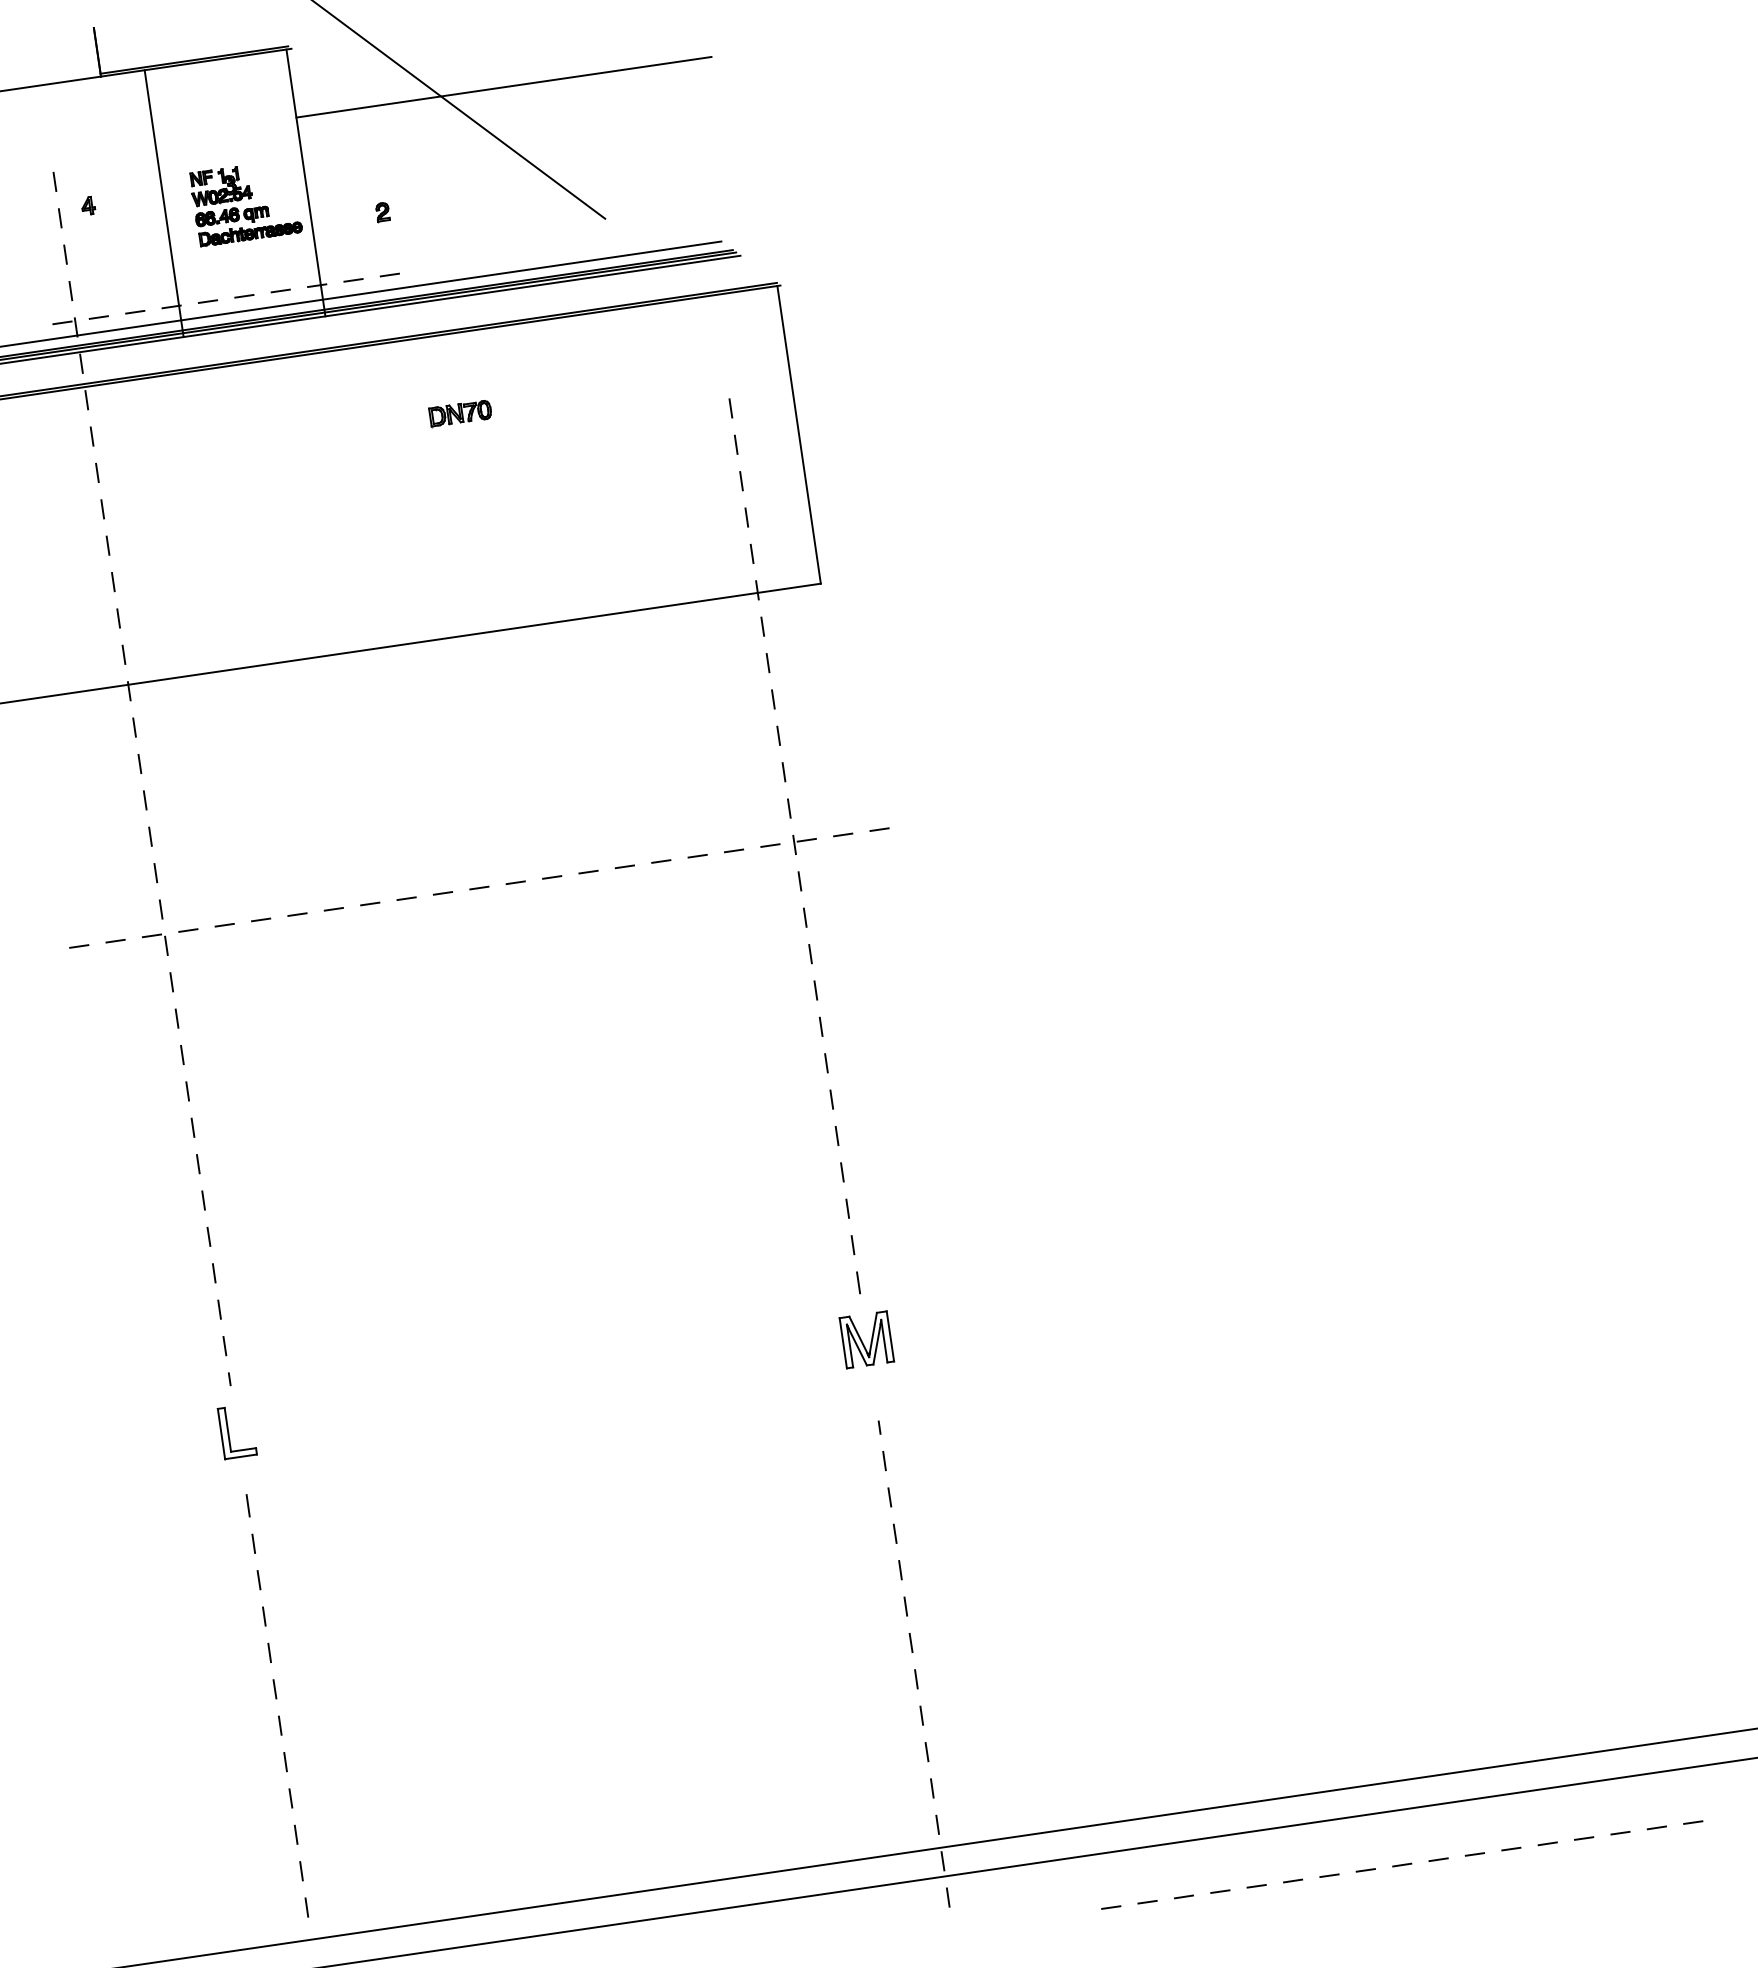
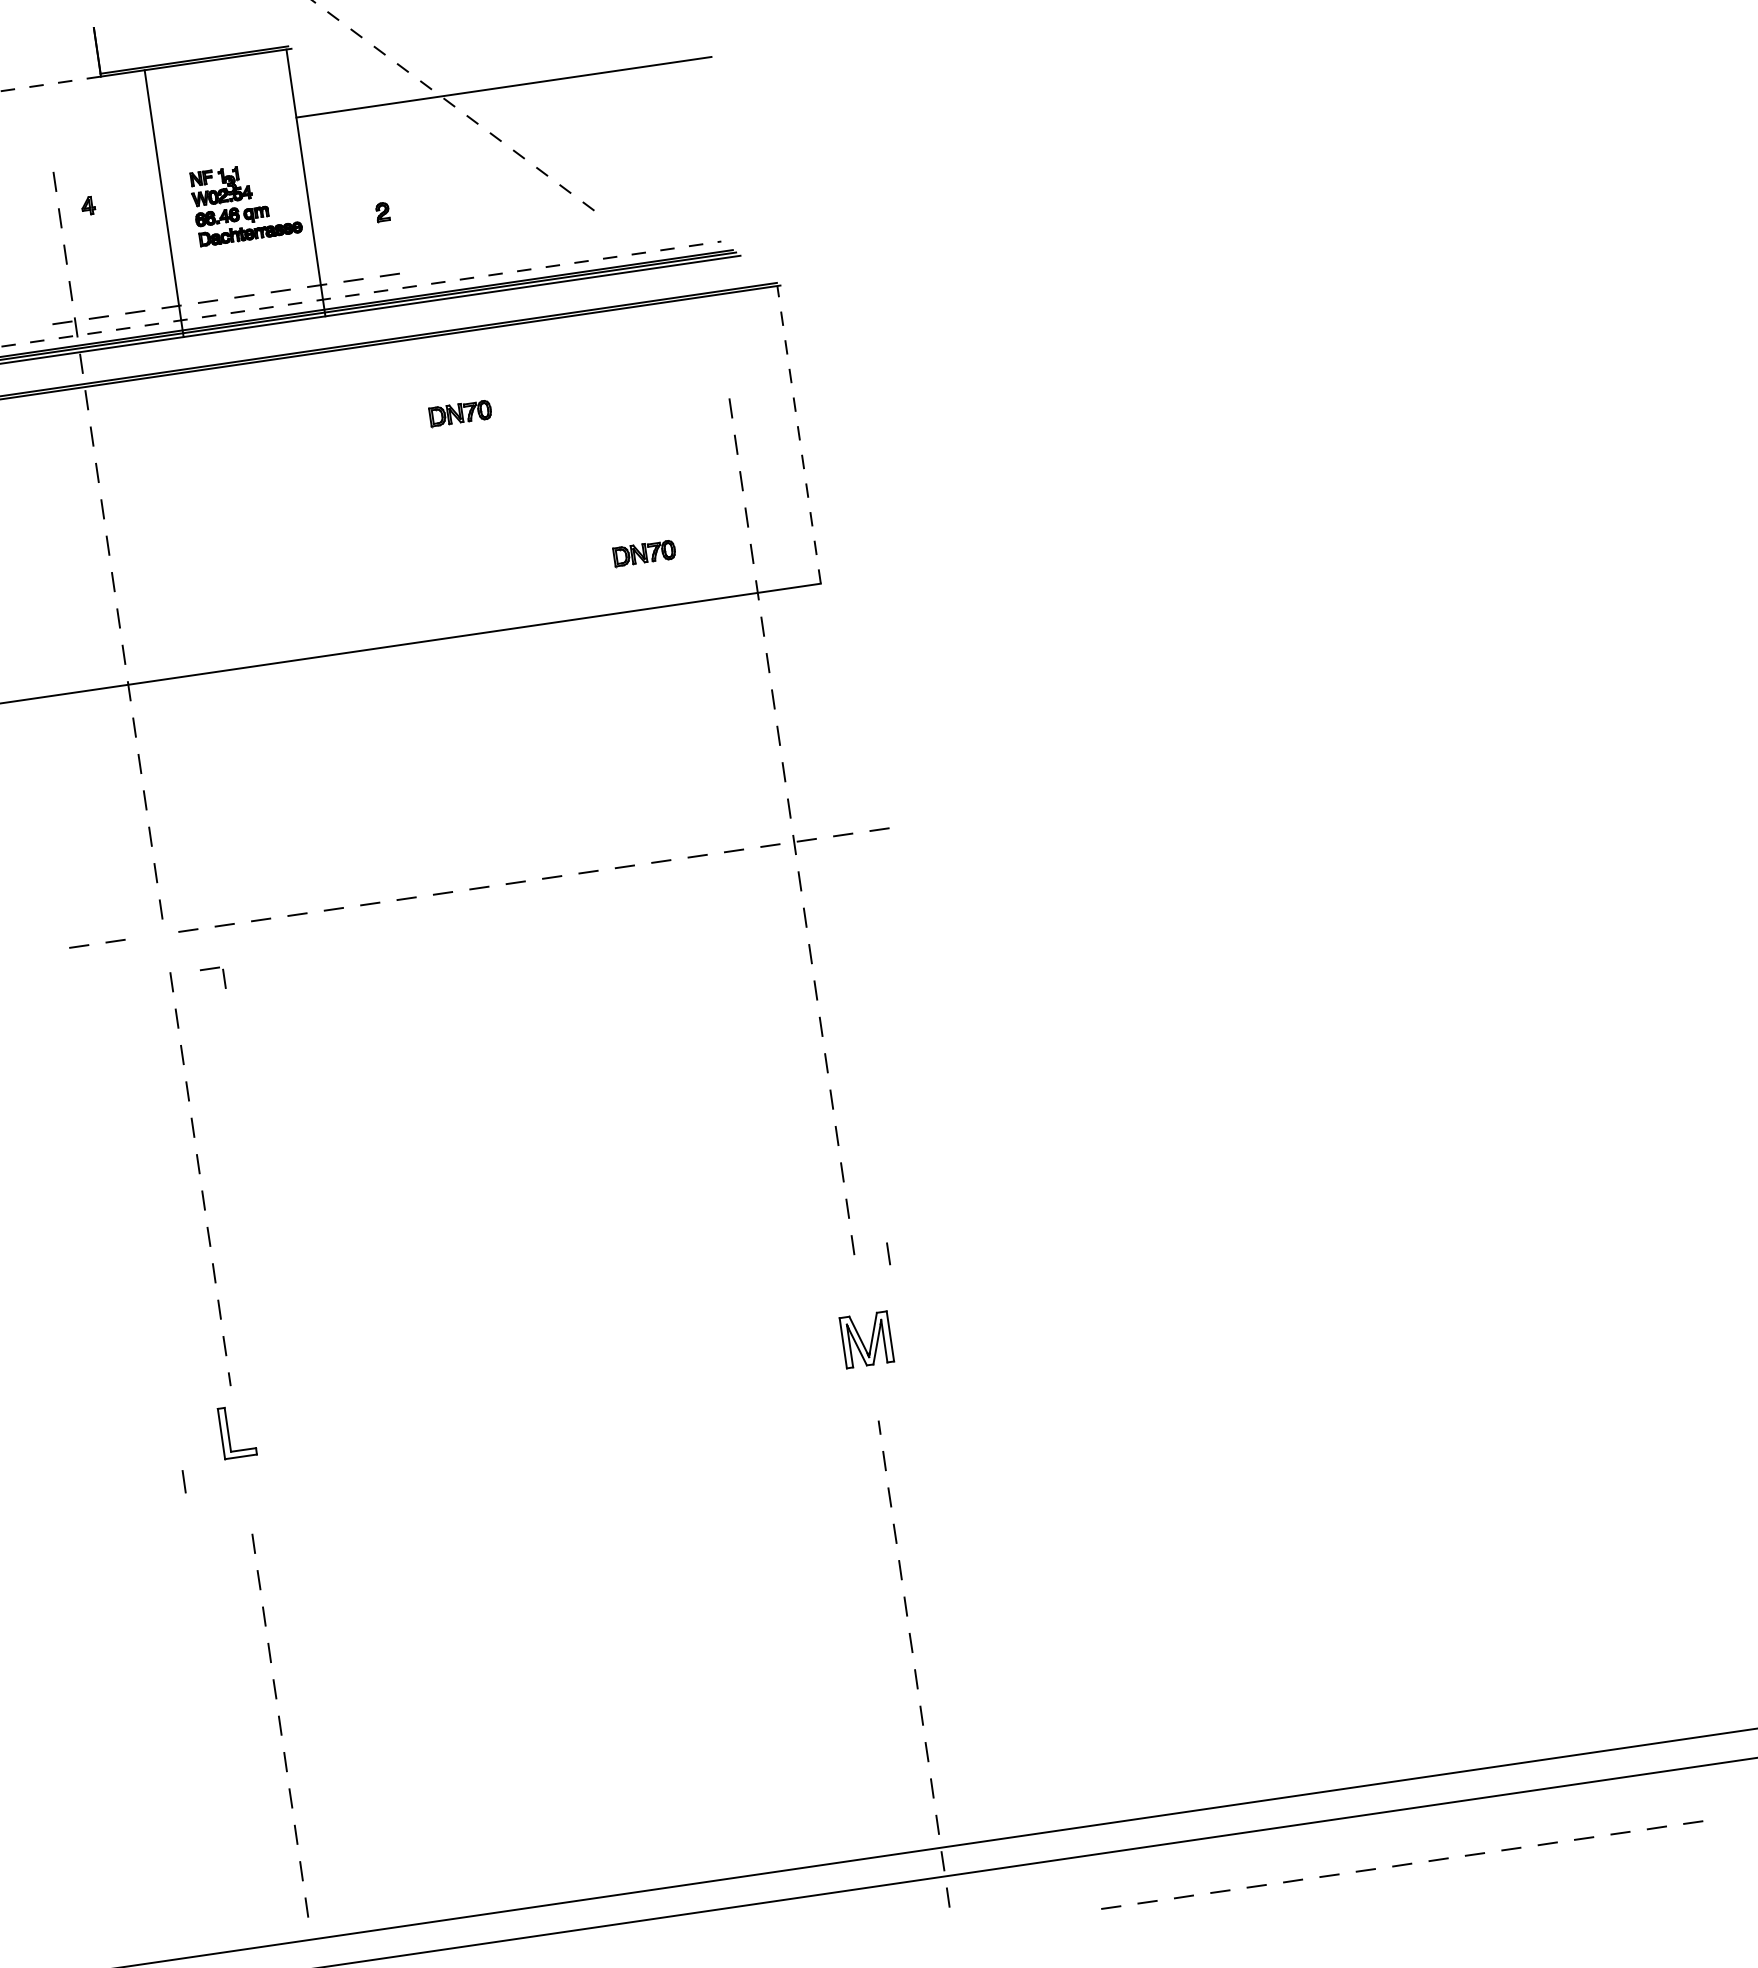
line at (50, 83): solid -> dashed
line at (458, 109): solid -> dashed
line at (361, 294): solid -> dashed
line at (799, 434): solid -> dashed
part at (643, 554): none -> present
part at (155, 936) position: (155, 936) -> (213, 969)
line at (858, 1282) position: (858, 1282) -> (888, 1253)
line at (247, 1505) position: (247, 1505) -> (183, 1481)
